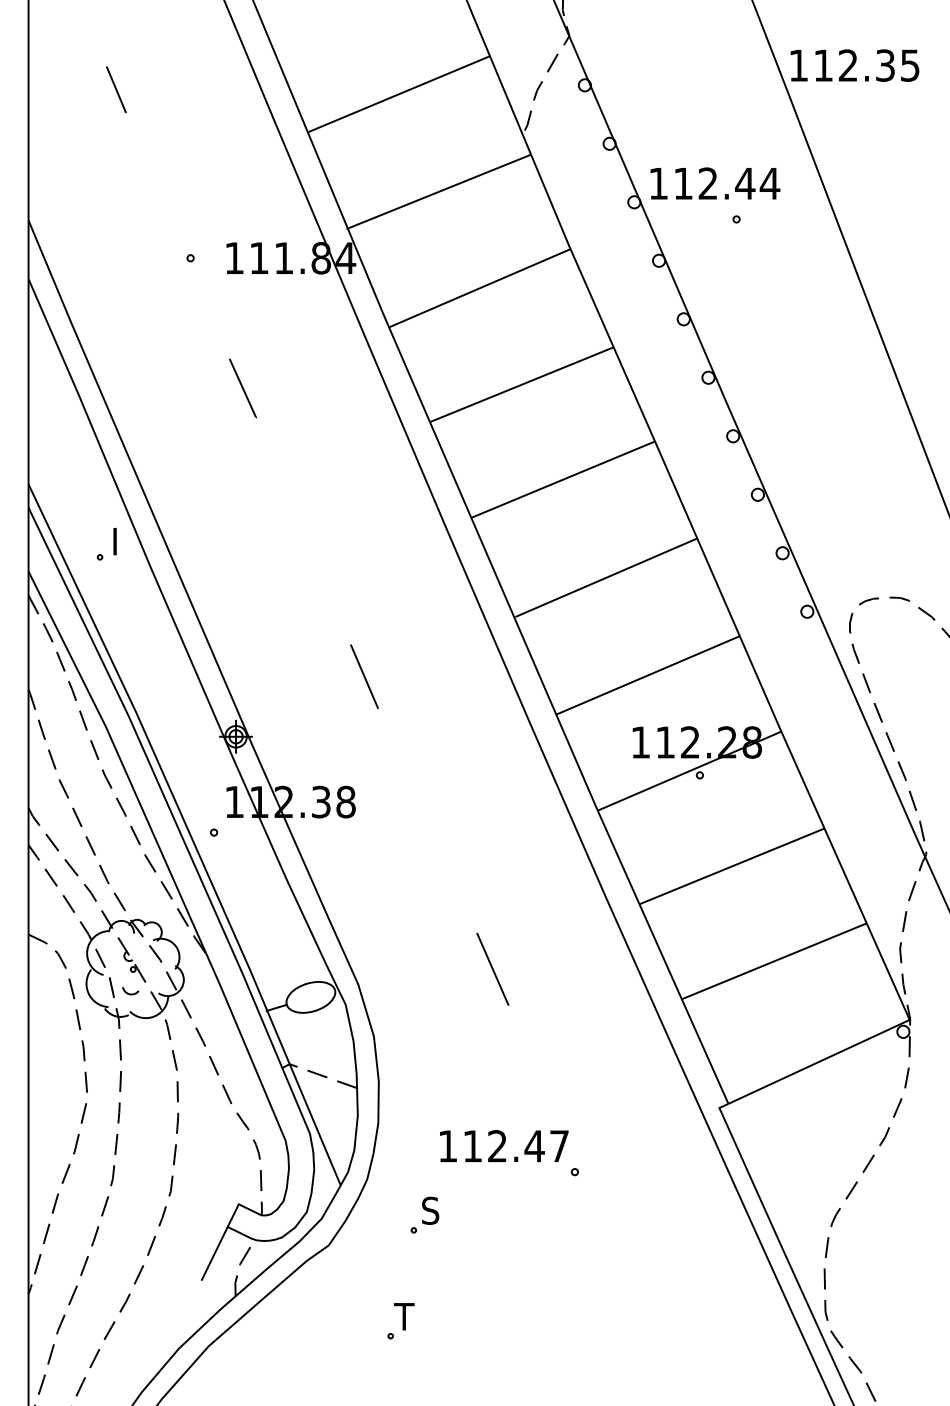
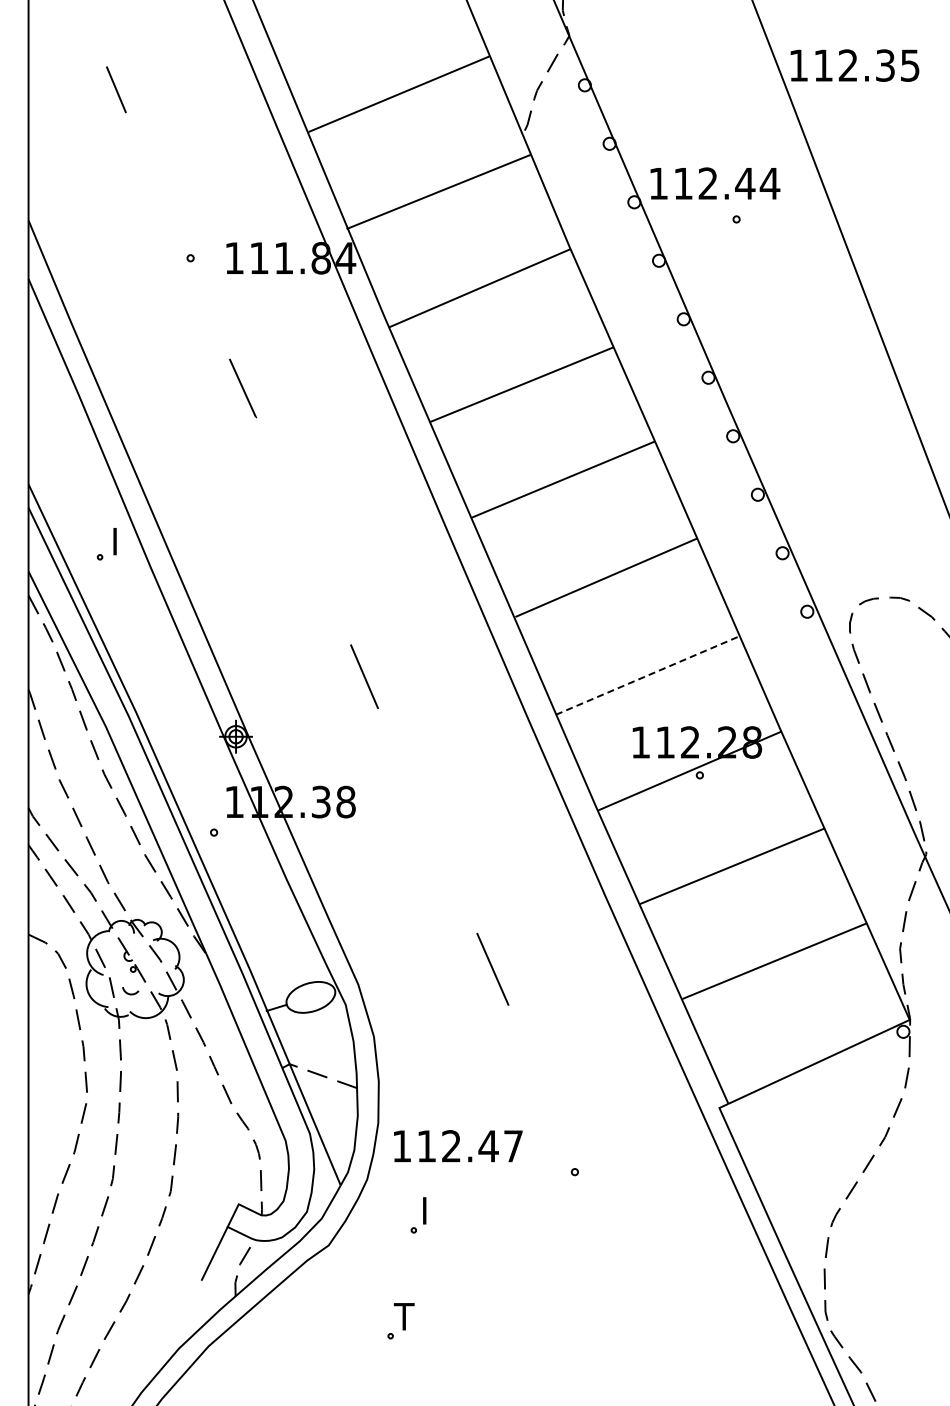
line at (647, 675): solid -> dashed
text at (504, 1146) position: (504, 1146) -> (458, 1146)
text at (430, 1210): S -> I
